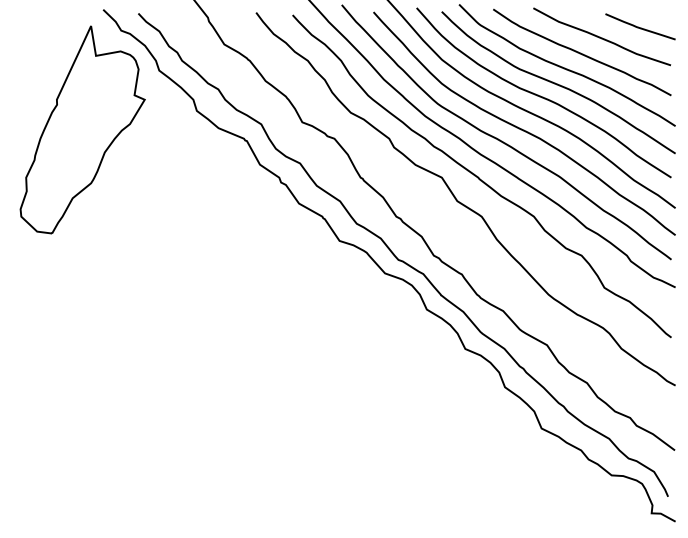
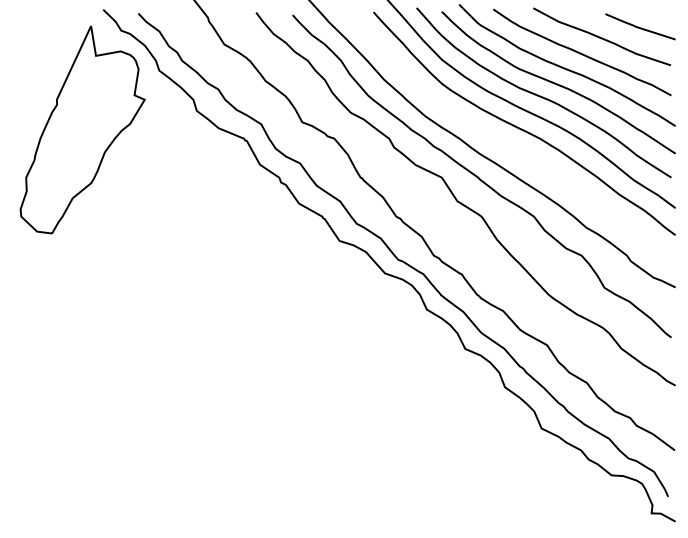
curve at (500, 139): present -> none
